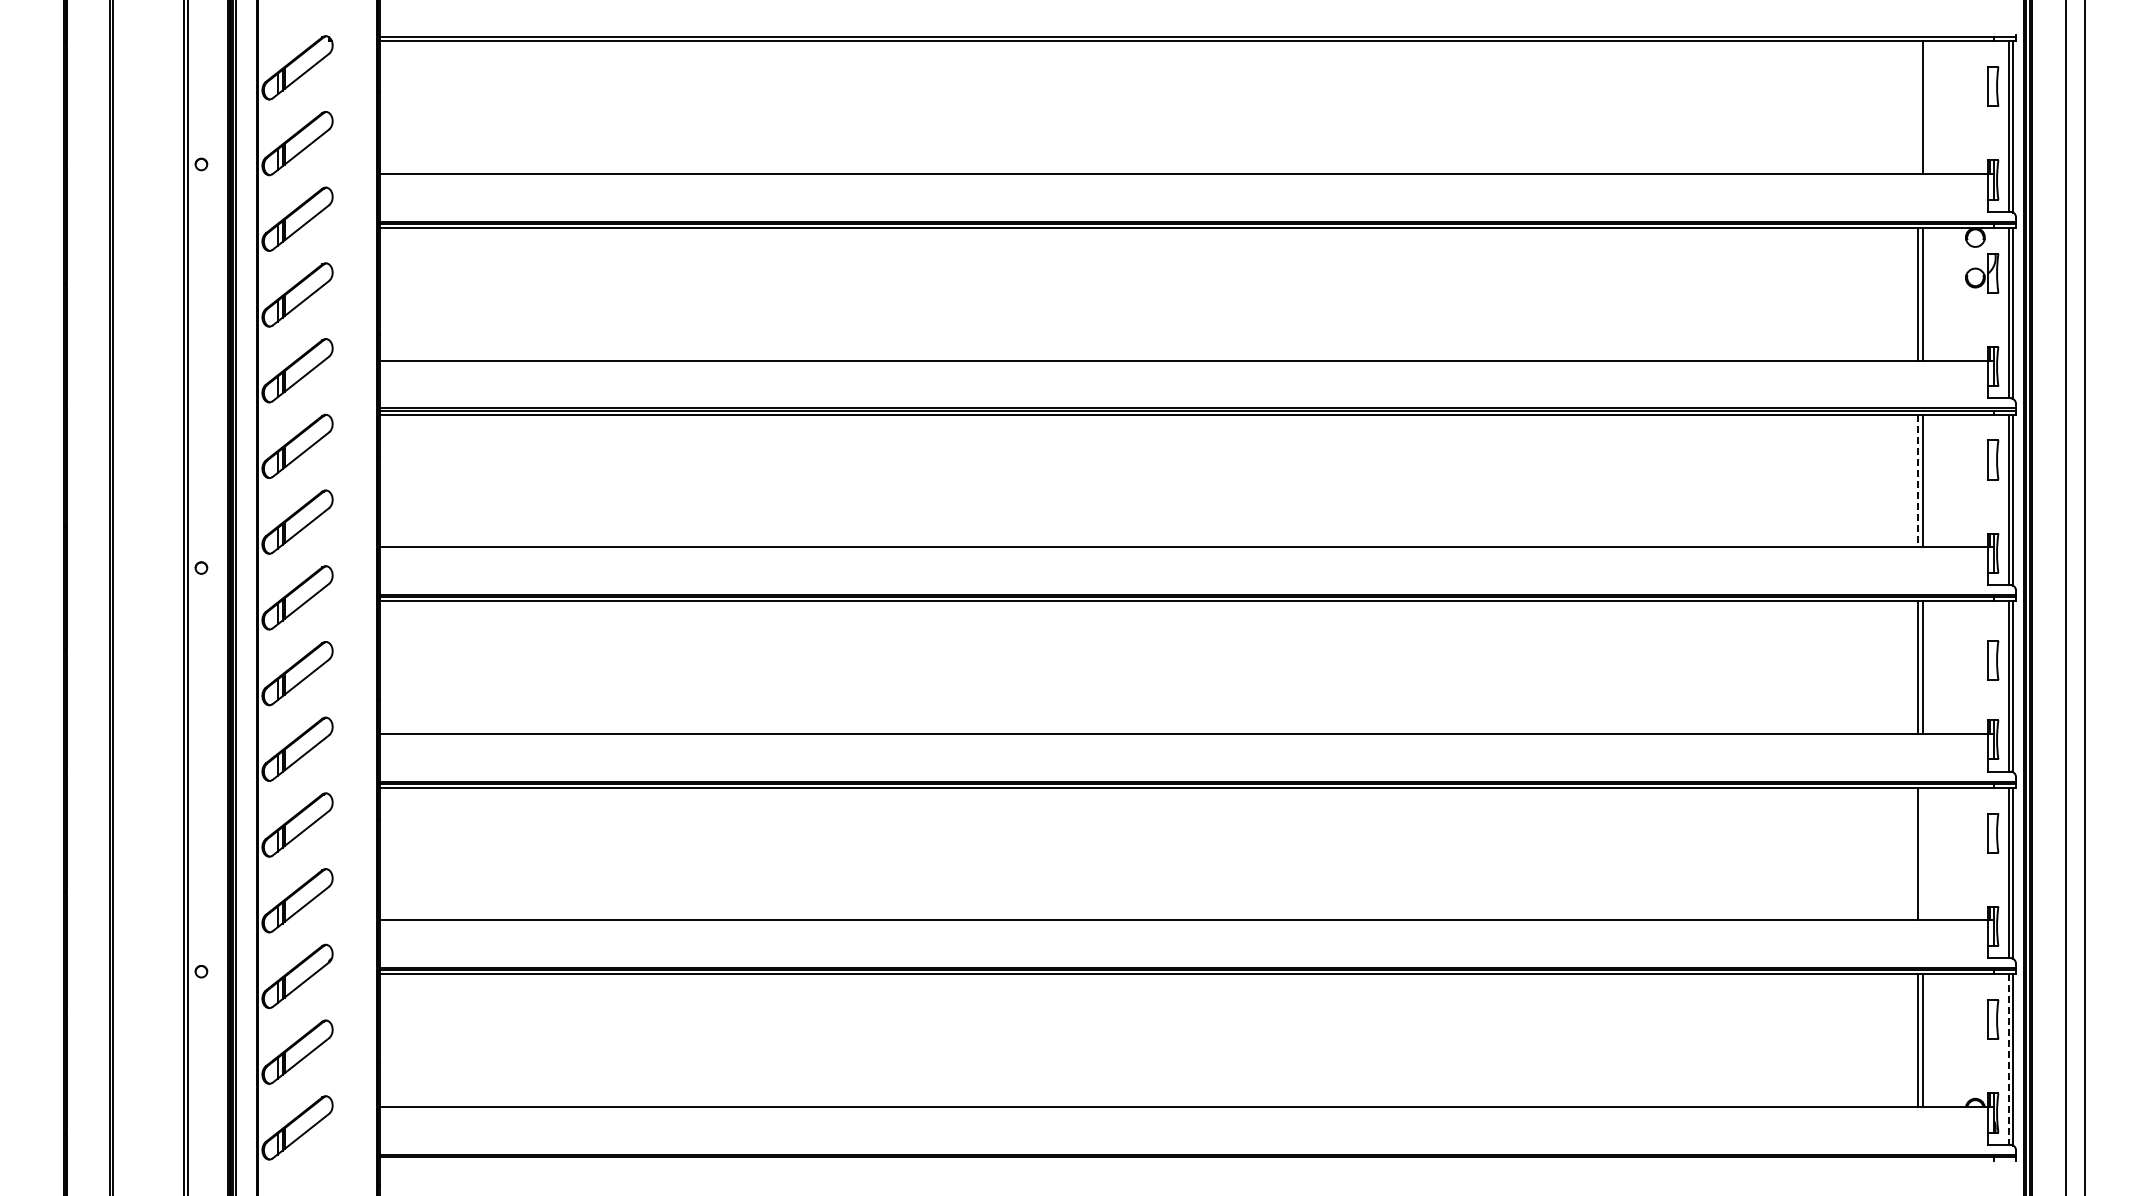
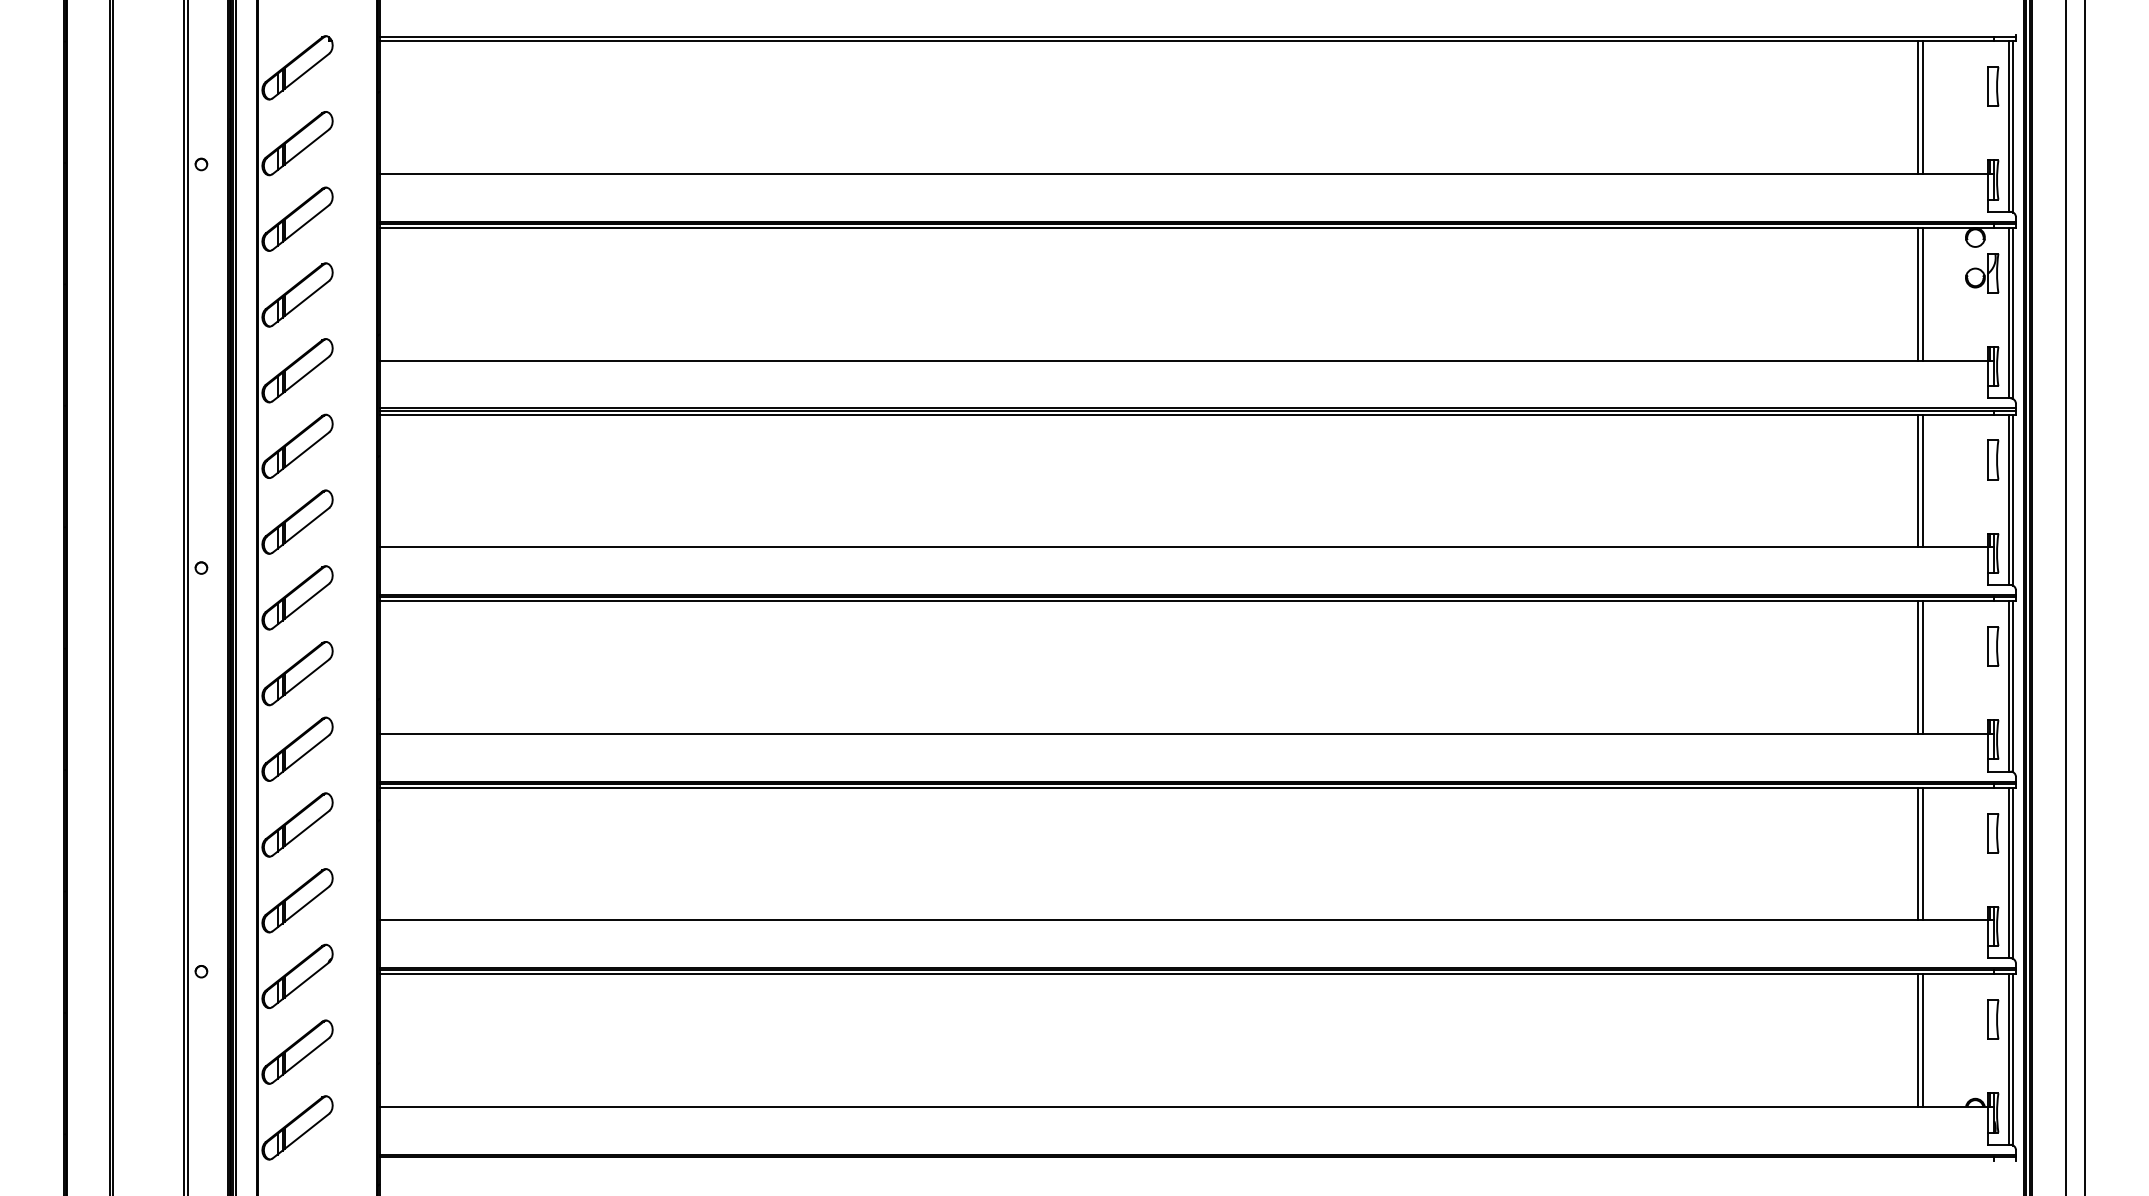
line at (1918, 107): none -> present
line at (1918, 481): dashed -> solid
part at (1993, 660) position: (1993, 660) -> (1993, 646)
line at (1922, 853): none -> present
line at (2008, 1060): dashed -> solid
